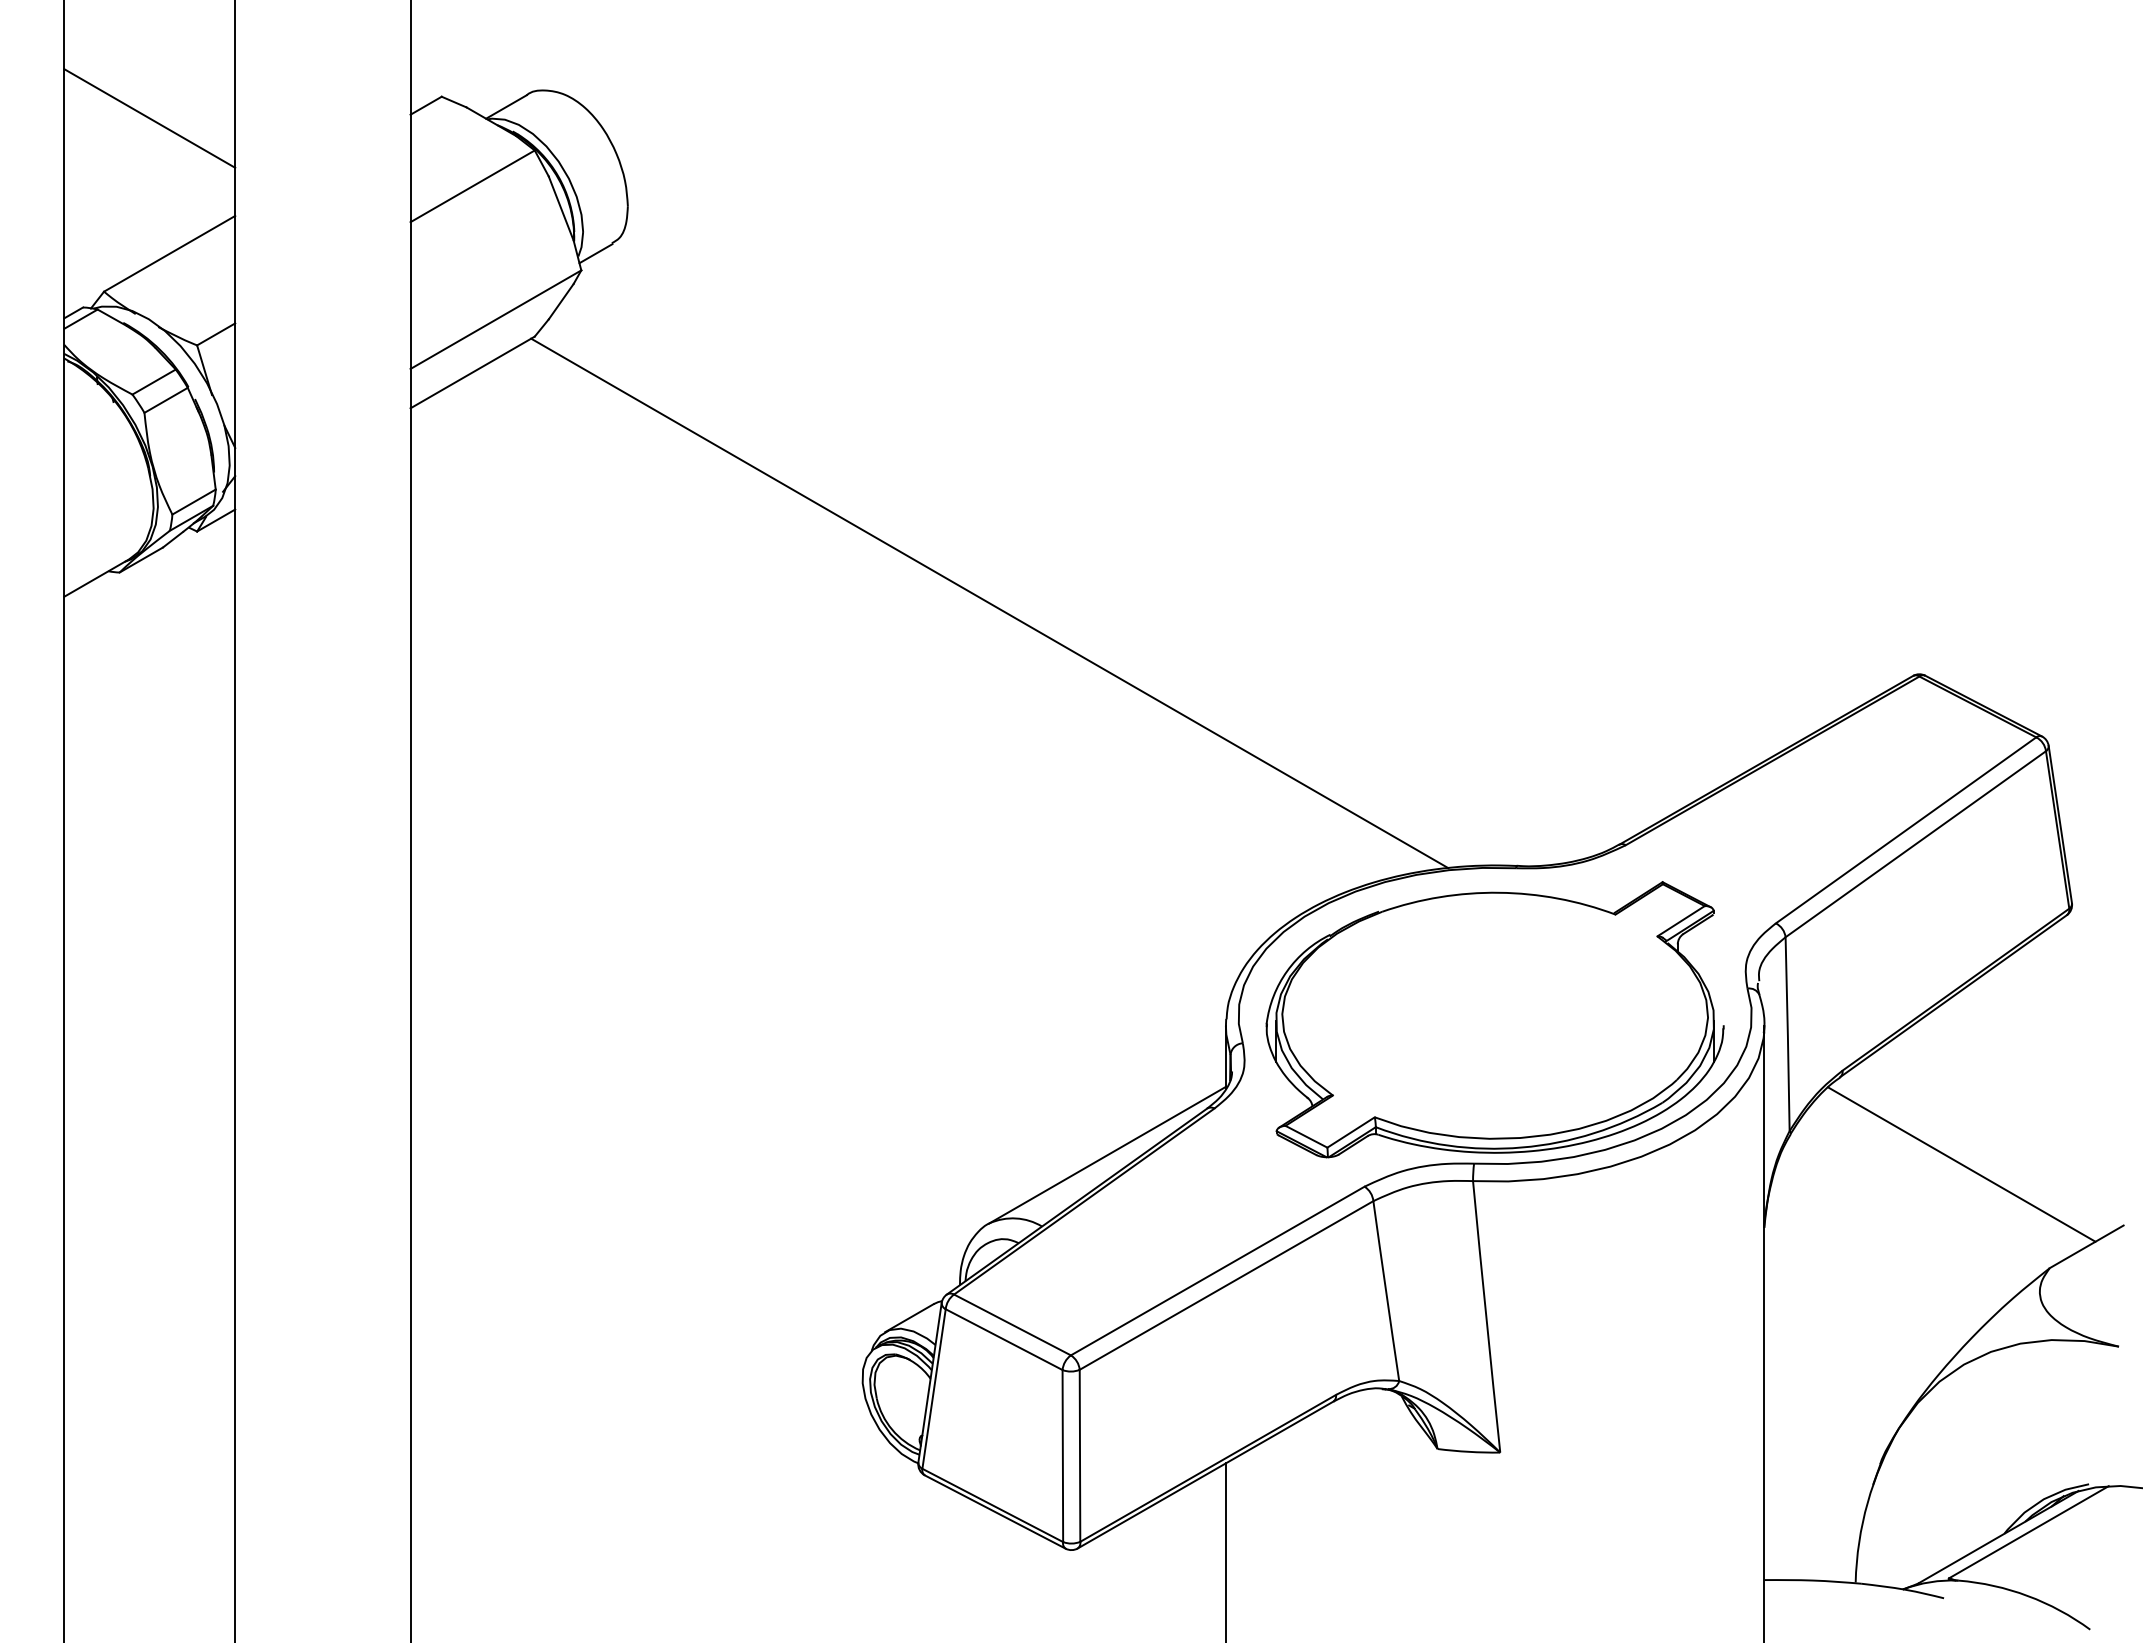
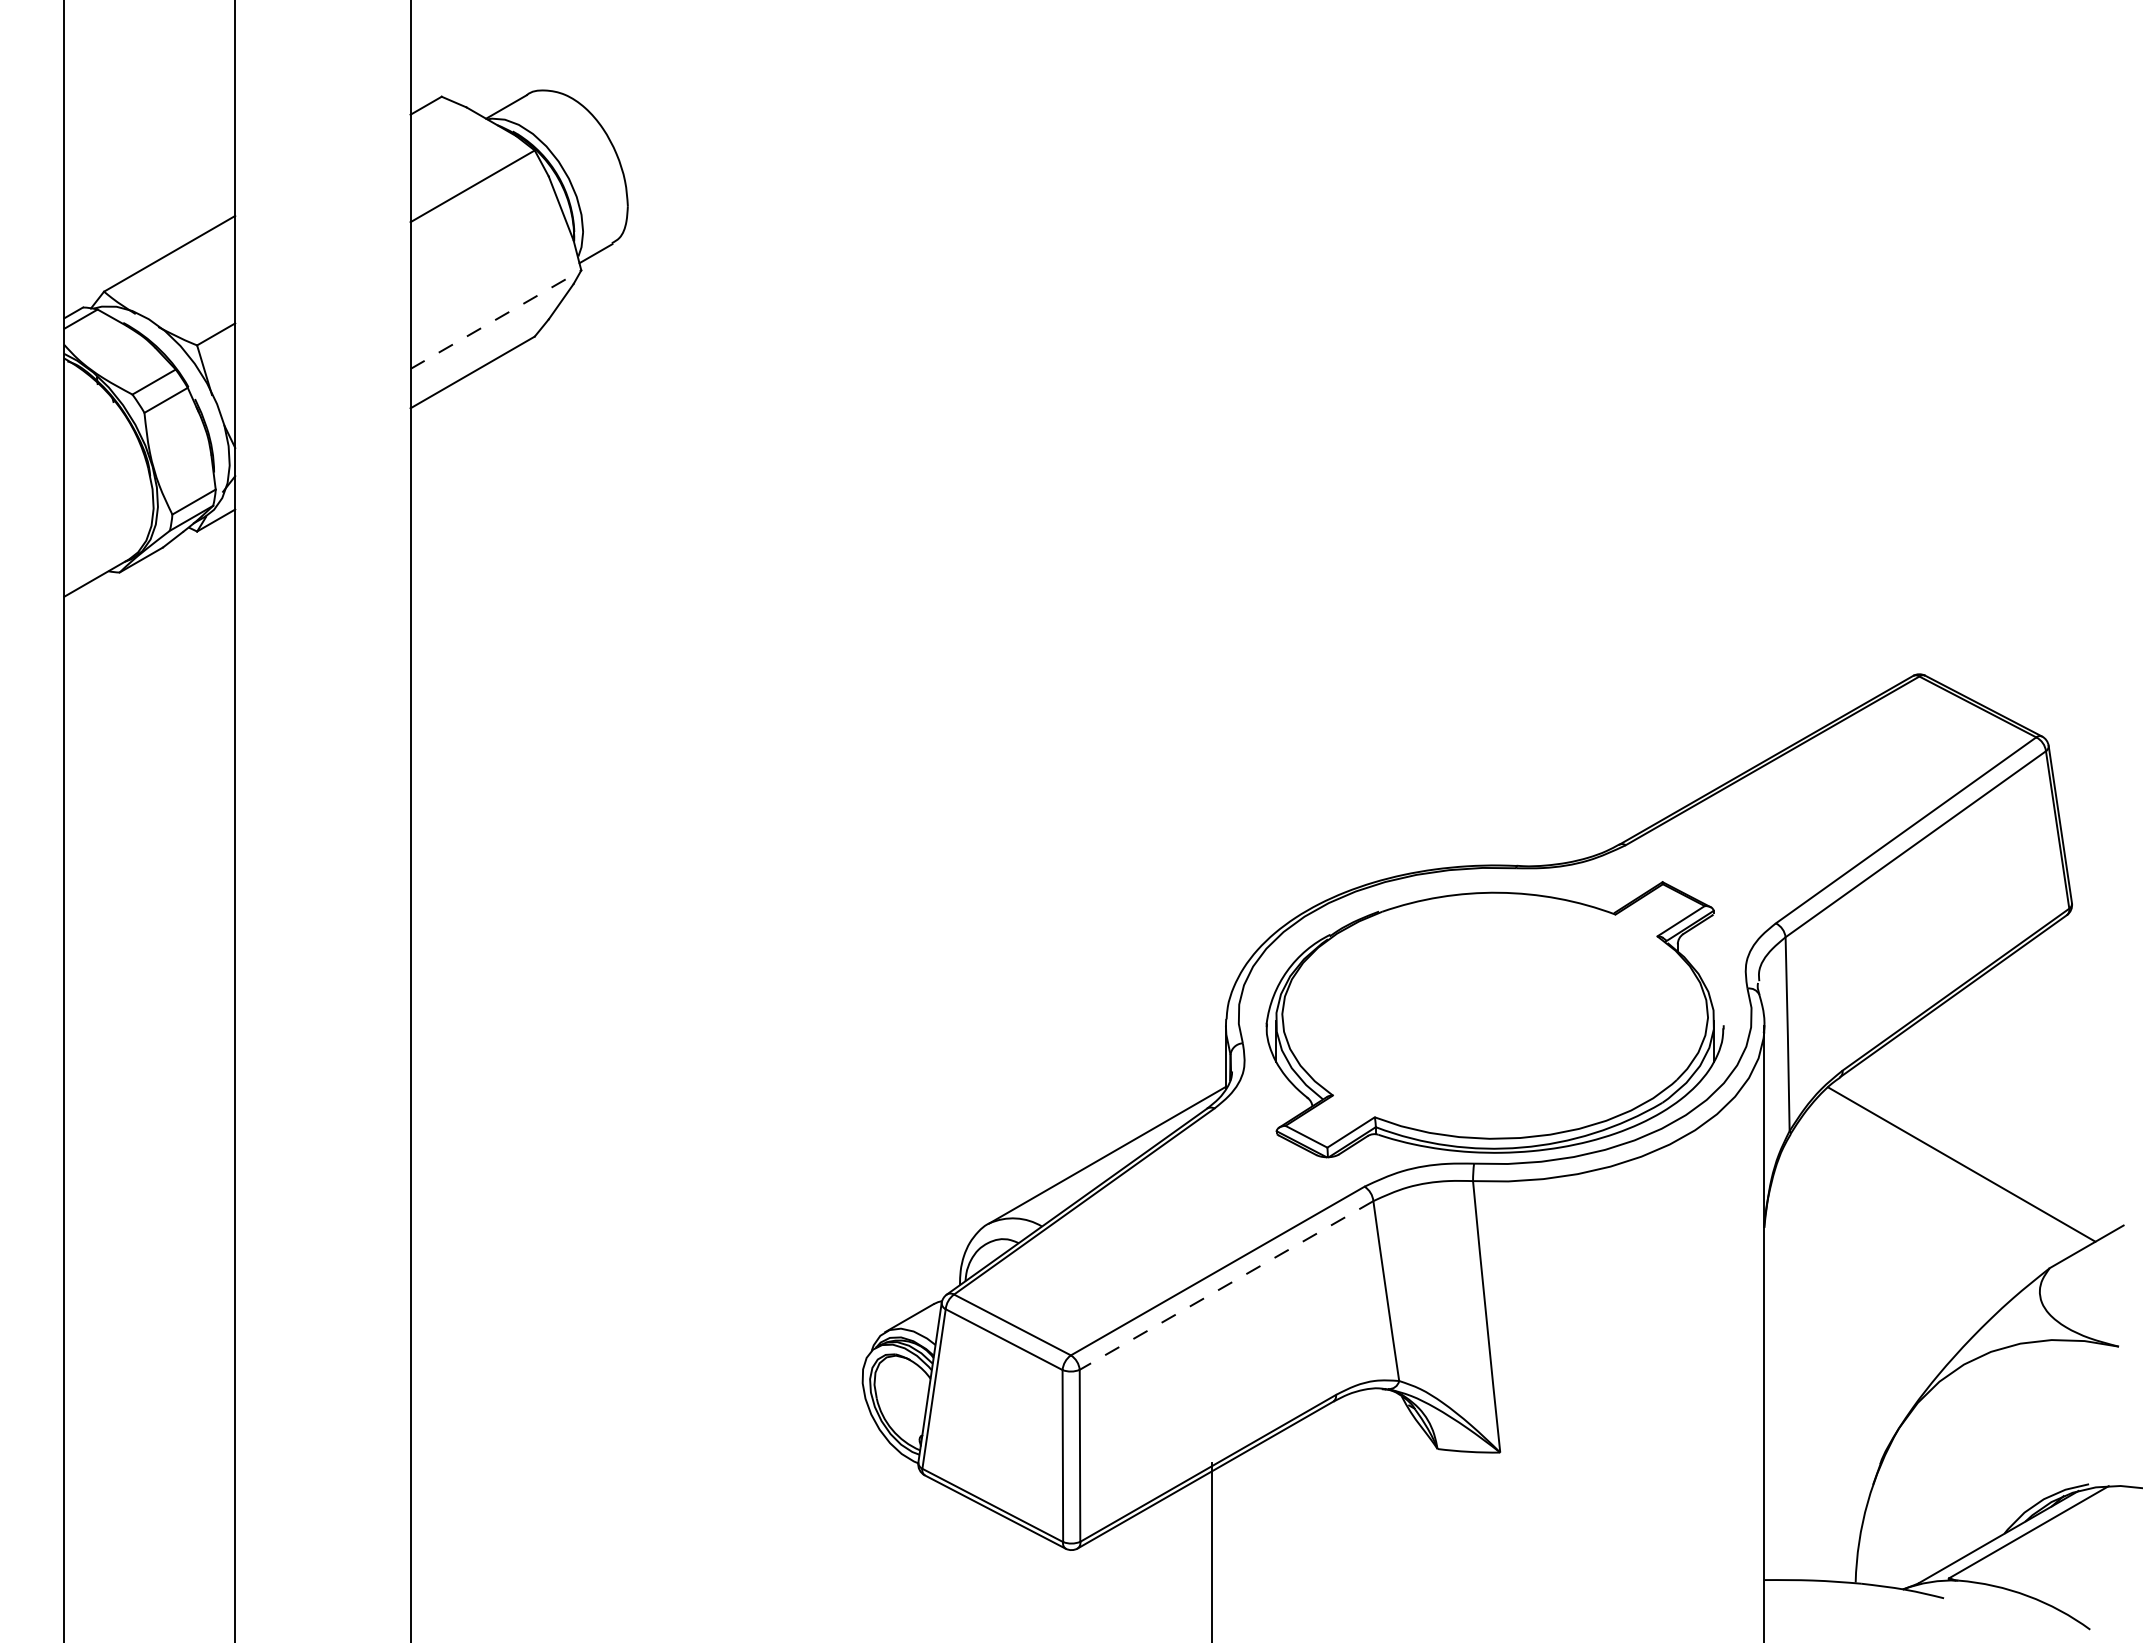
line at (149, 118): present -> none
line at (495, 319): solid -> dashed
line at (989, 603): present -> none
line at (1226, 1285): solid -> dashed
line at (1225, 1551) position: (1225, 1551) -> (1211, 1551)
